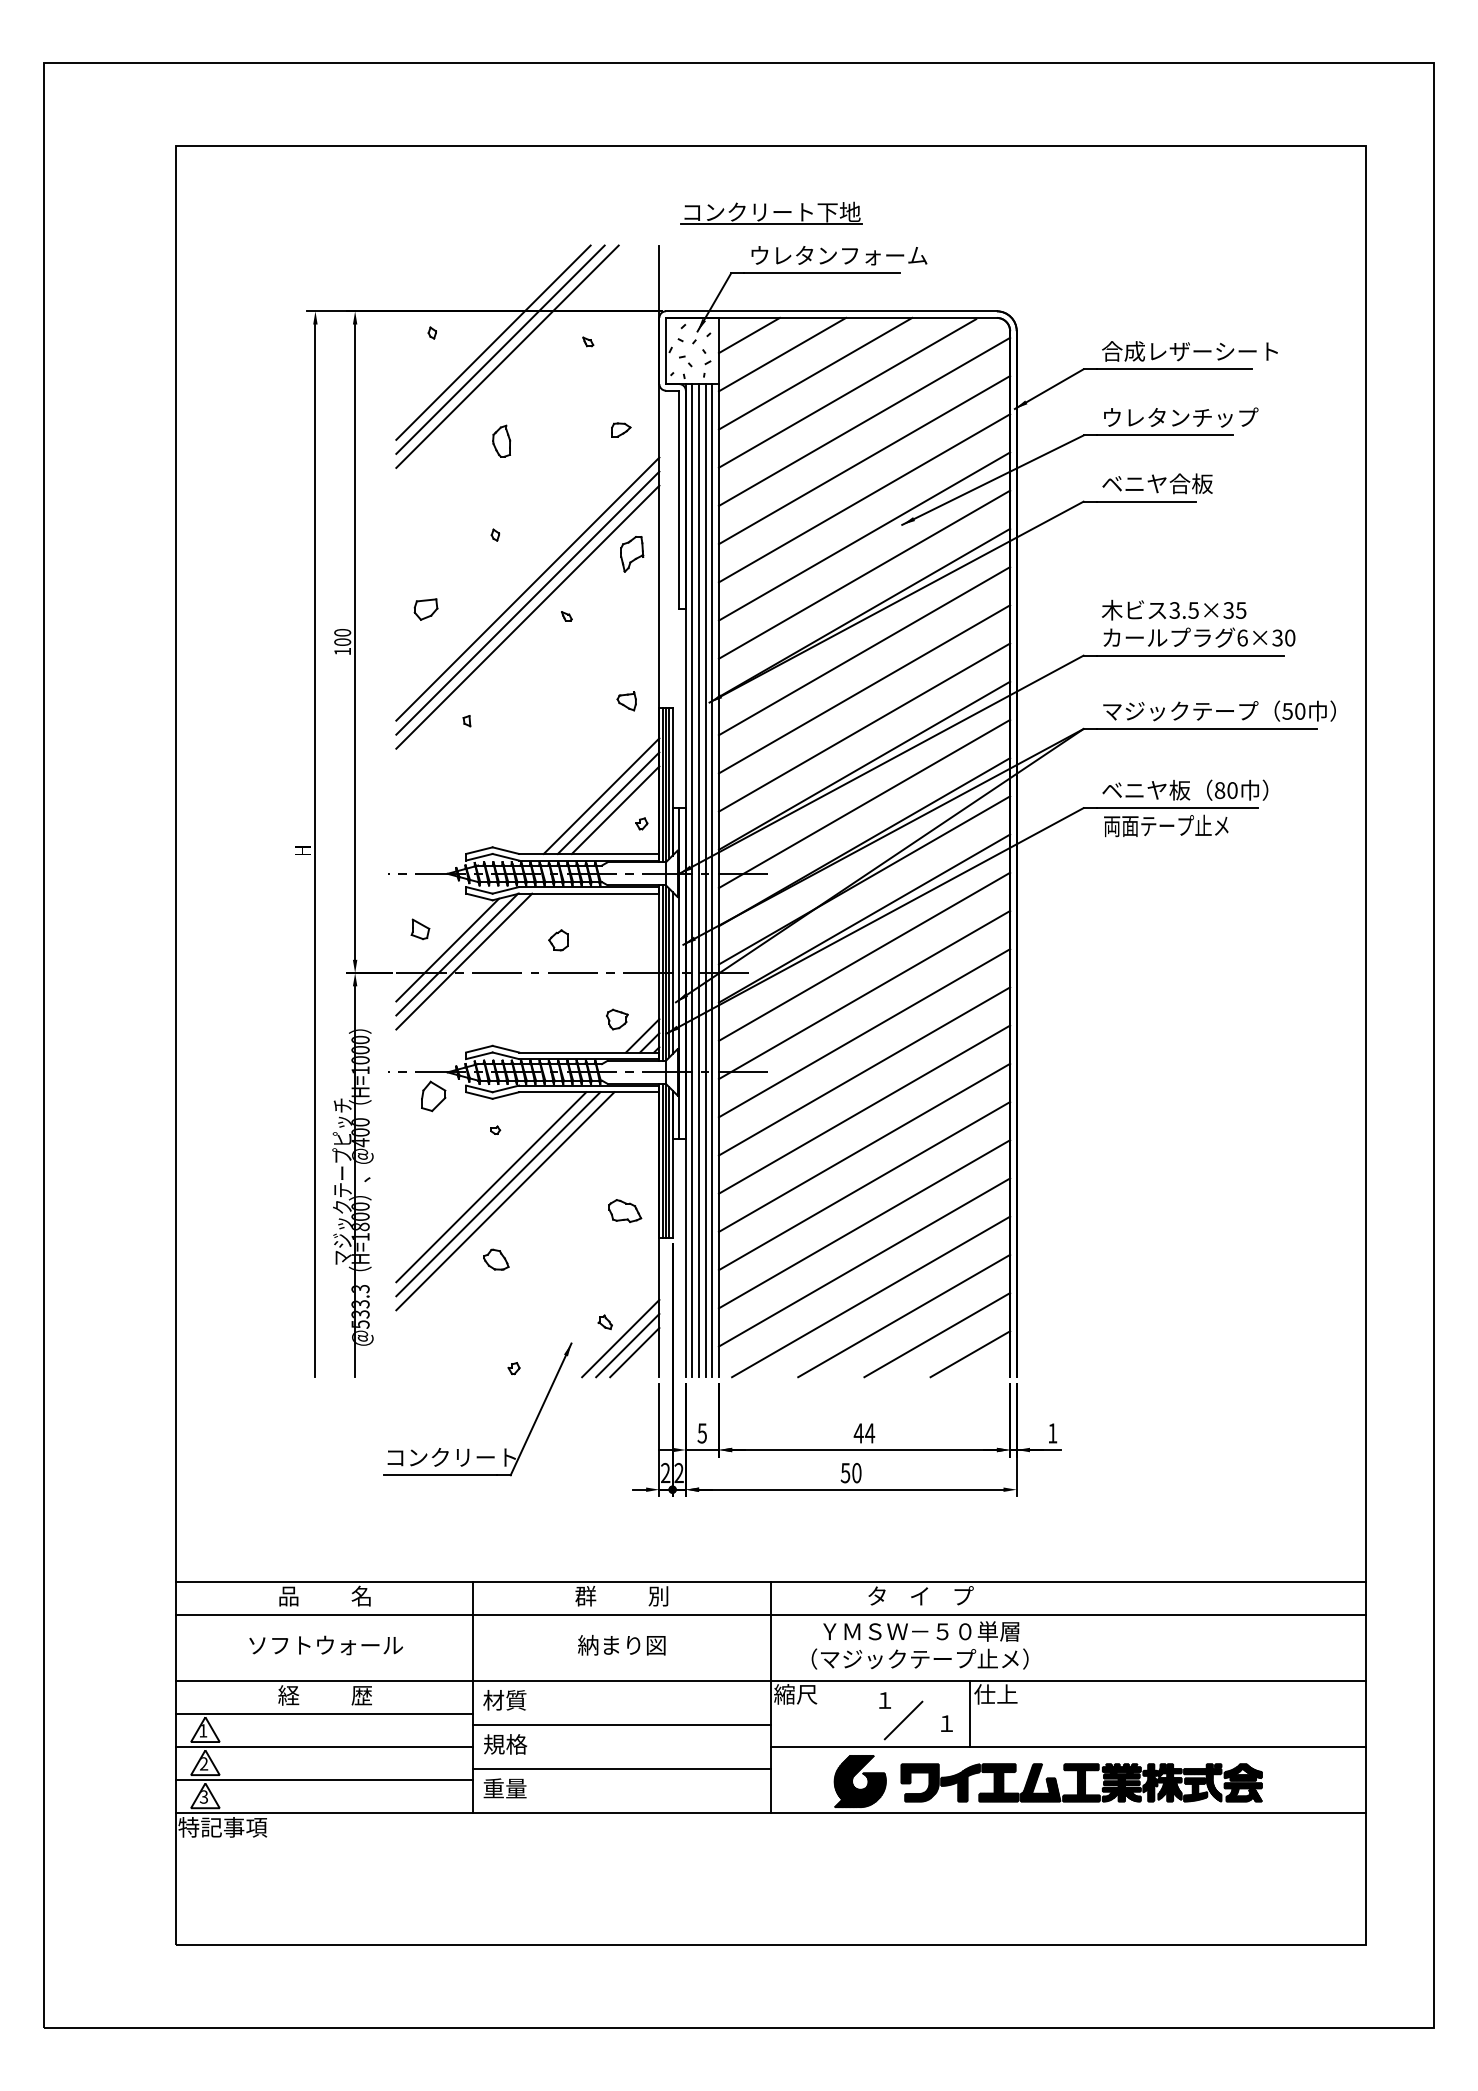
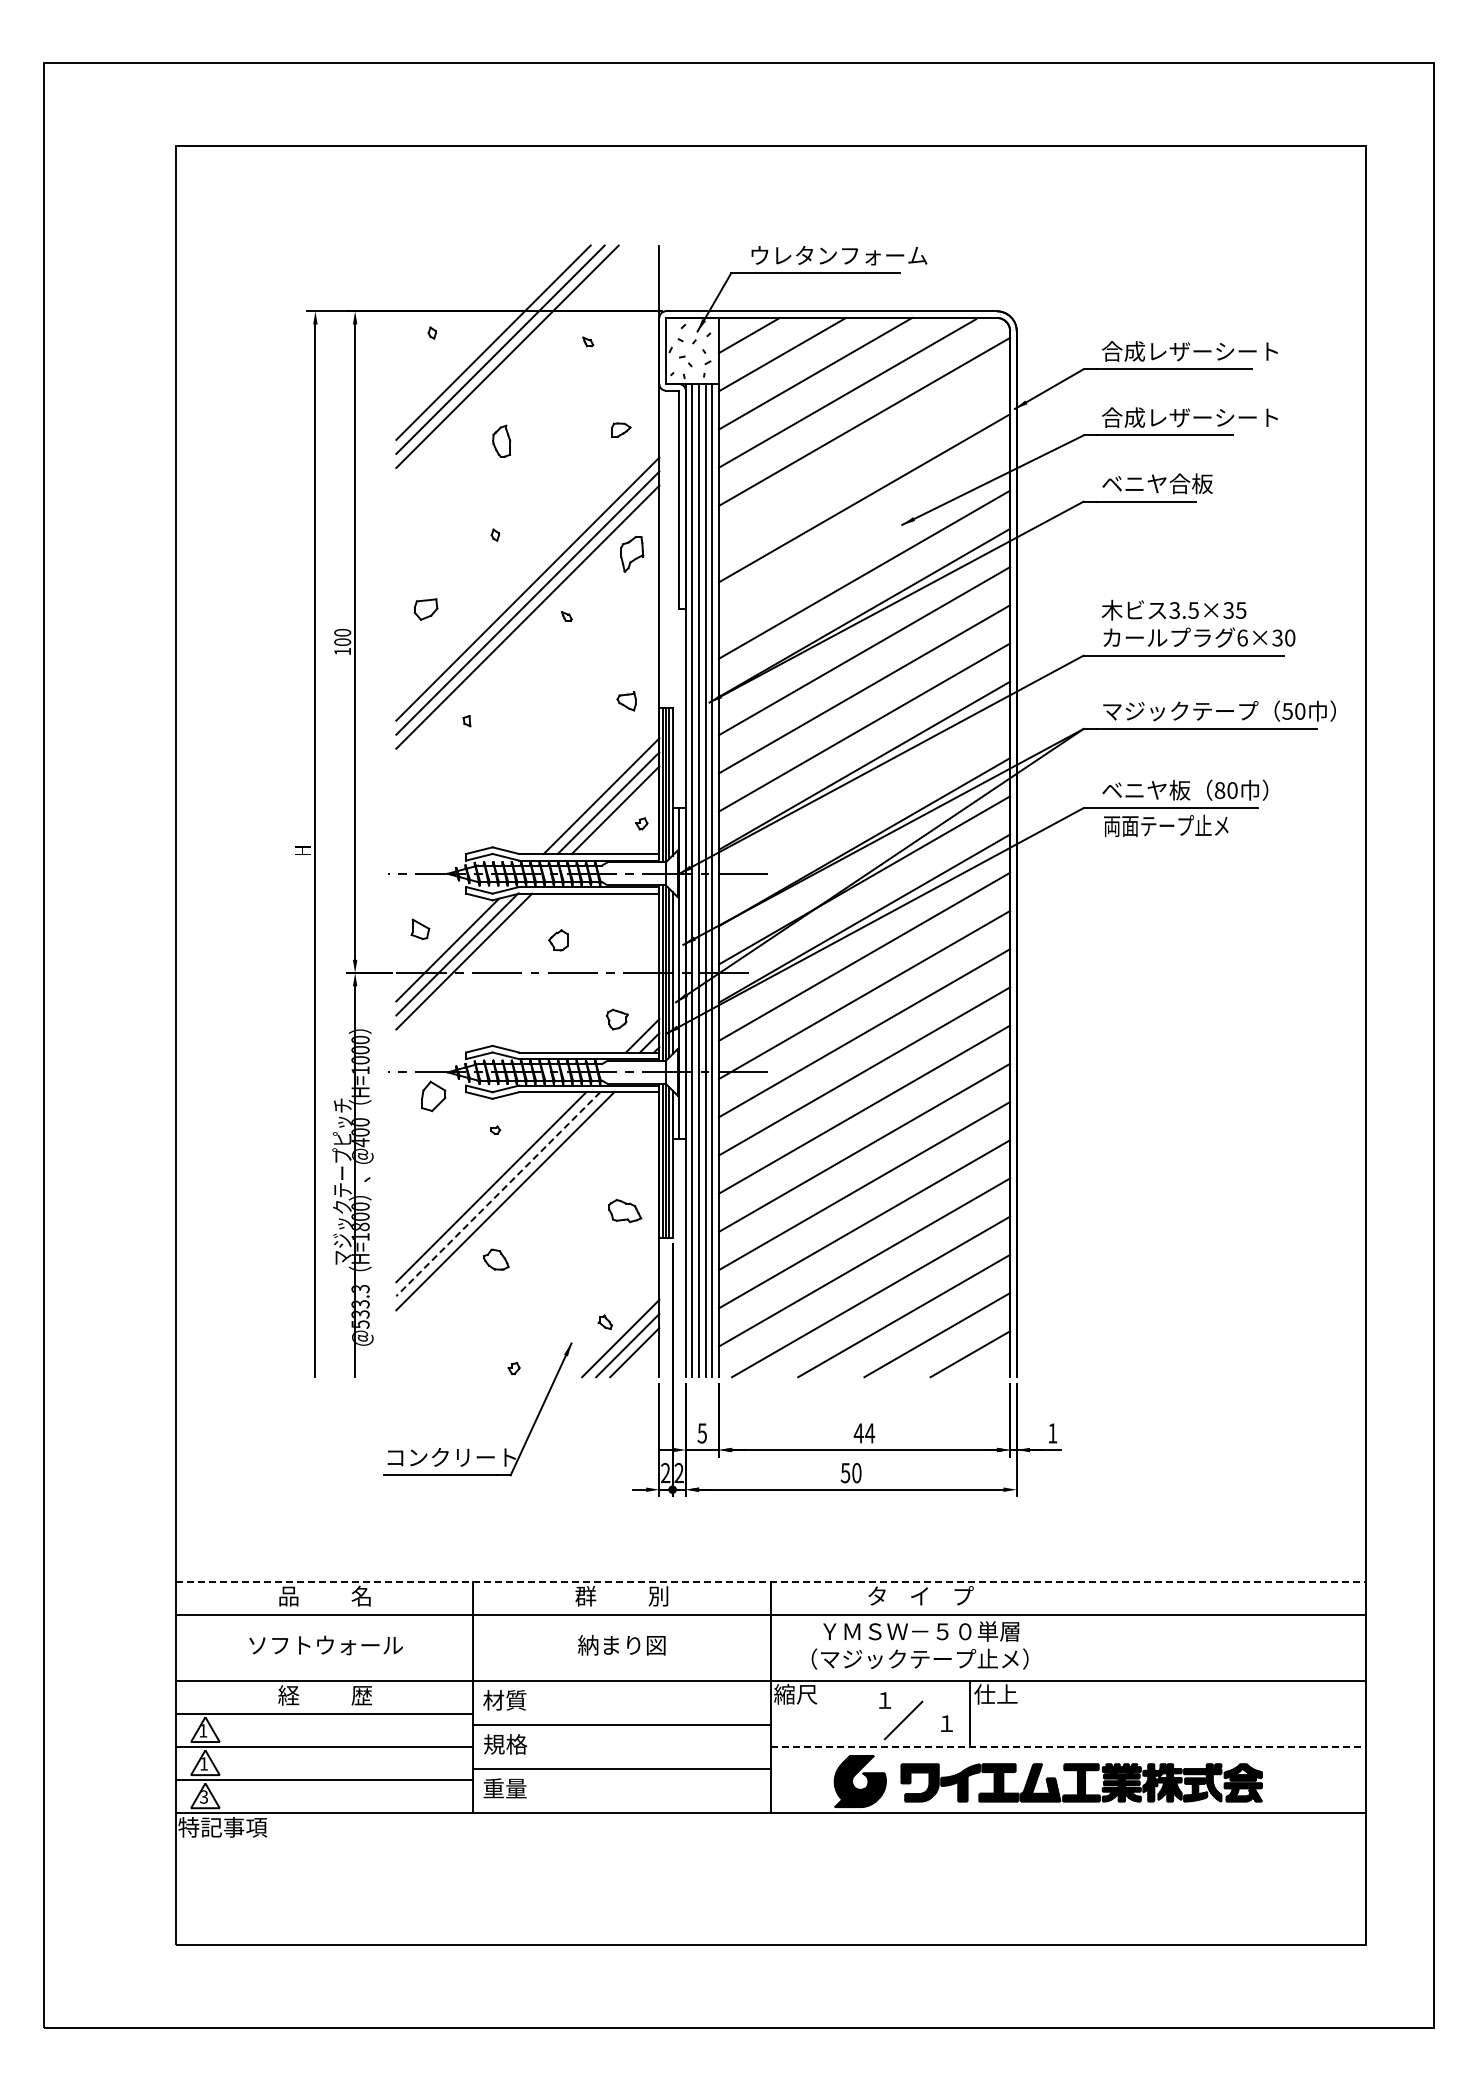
part at (771, 212): present -> none
text at (1189, 417): ウレタンチップ -> 合成レザーシート
line at (864, 460): present -> none
line at (864, 536): present -> none
line at (864, 803): present -> none
line at (497, 1194): solid -> dashed
line at (771, 1581): solid -> dashed
line at (1069, 1747): solid -> dashed
text at (204, 1763): 2 -> 1
